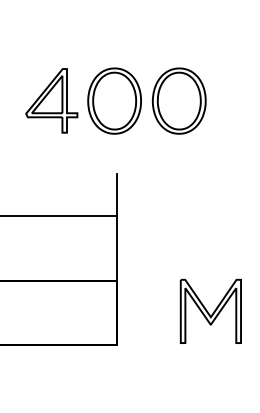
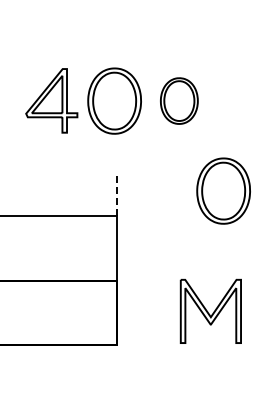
part at (179, 100) size: 55x68 px -> 39x48 px
part at (223, 190): none -> present
line at (116, 194): solid -> dashed
